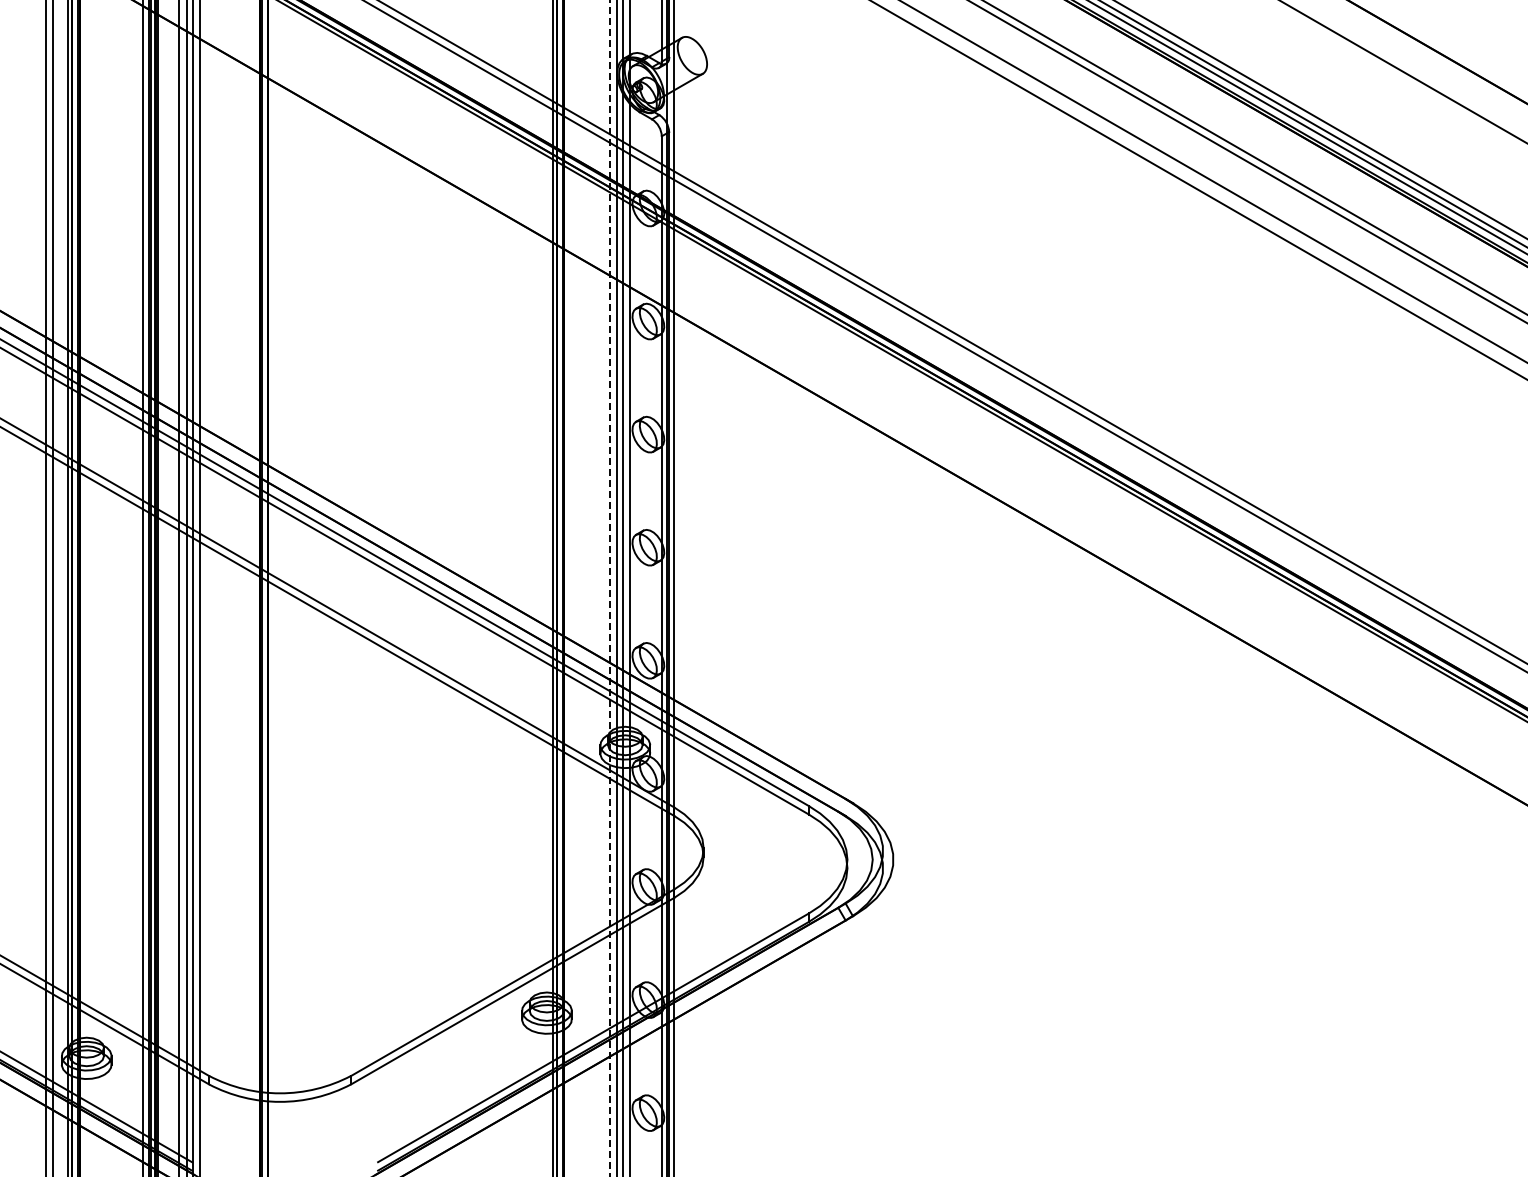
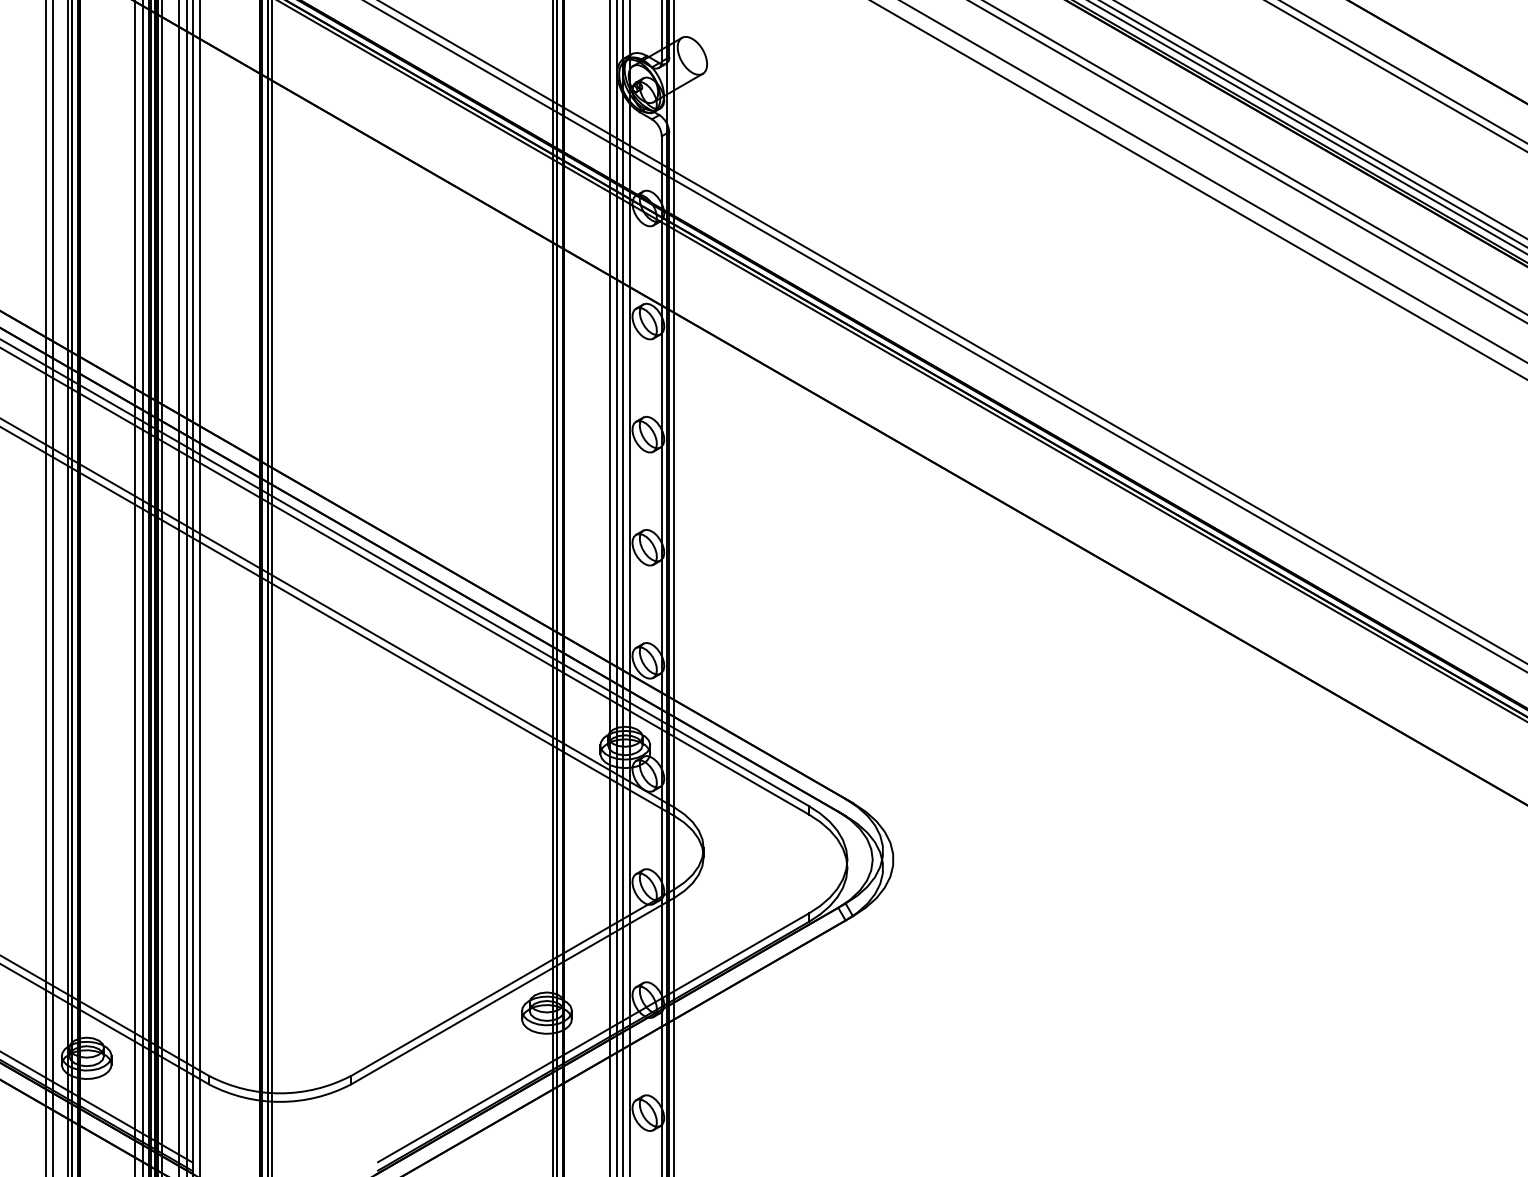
line at (1395, 76): none -> present
line at (135, 587): none -> present
line at (162, 587): none -> present
line at (271, 587): none -> present
line at (609, 588): dashed -> solid
